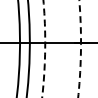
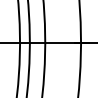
arc at (80, 48): dashed -> solid
arc at (45, 49): dashed -> solid
